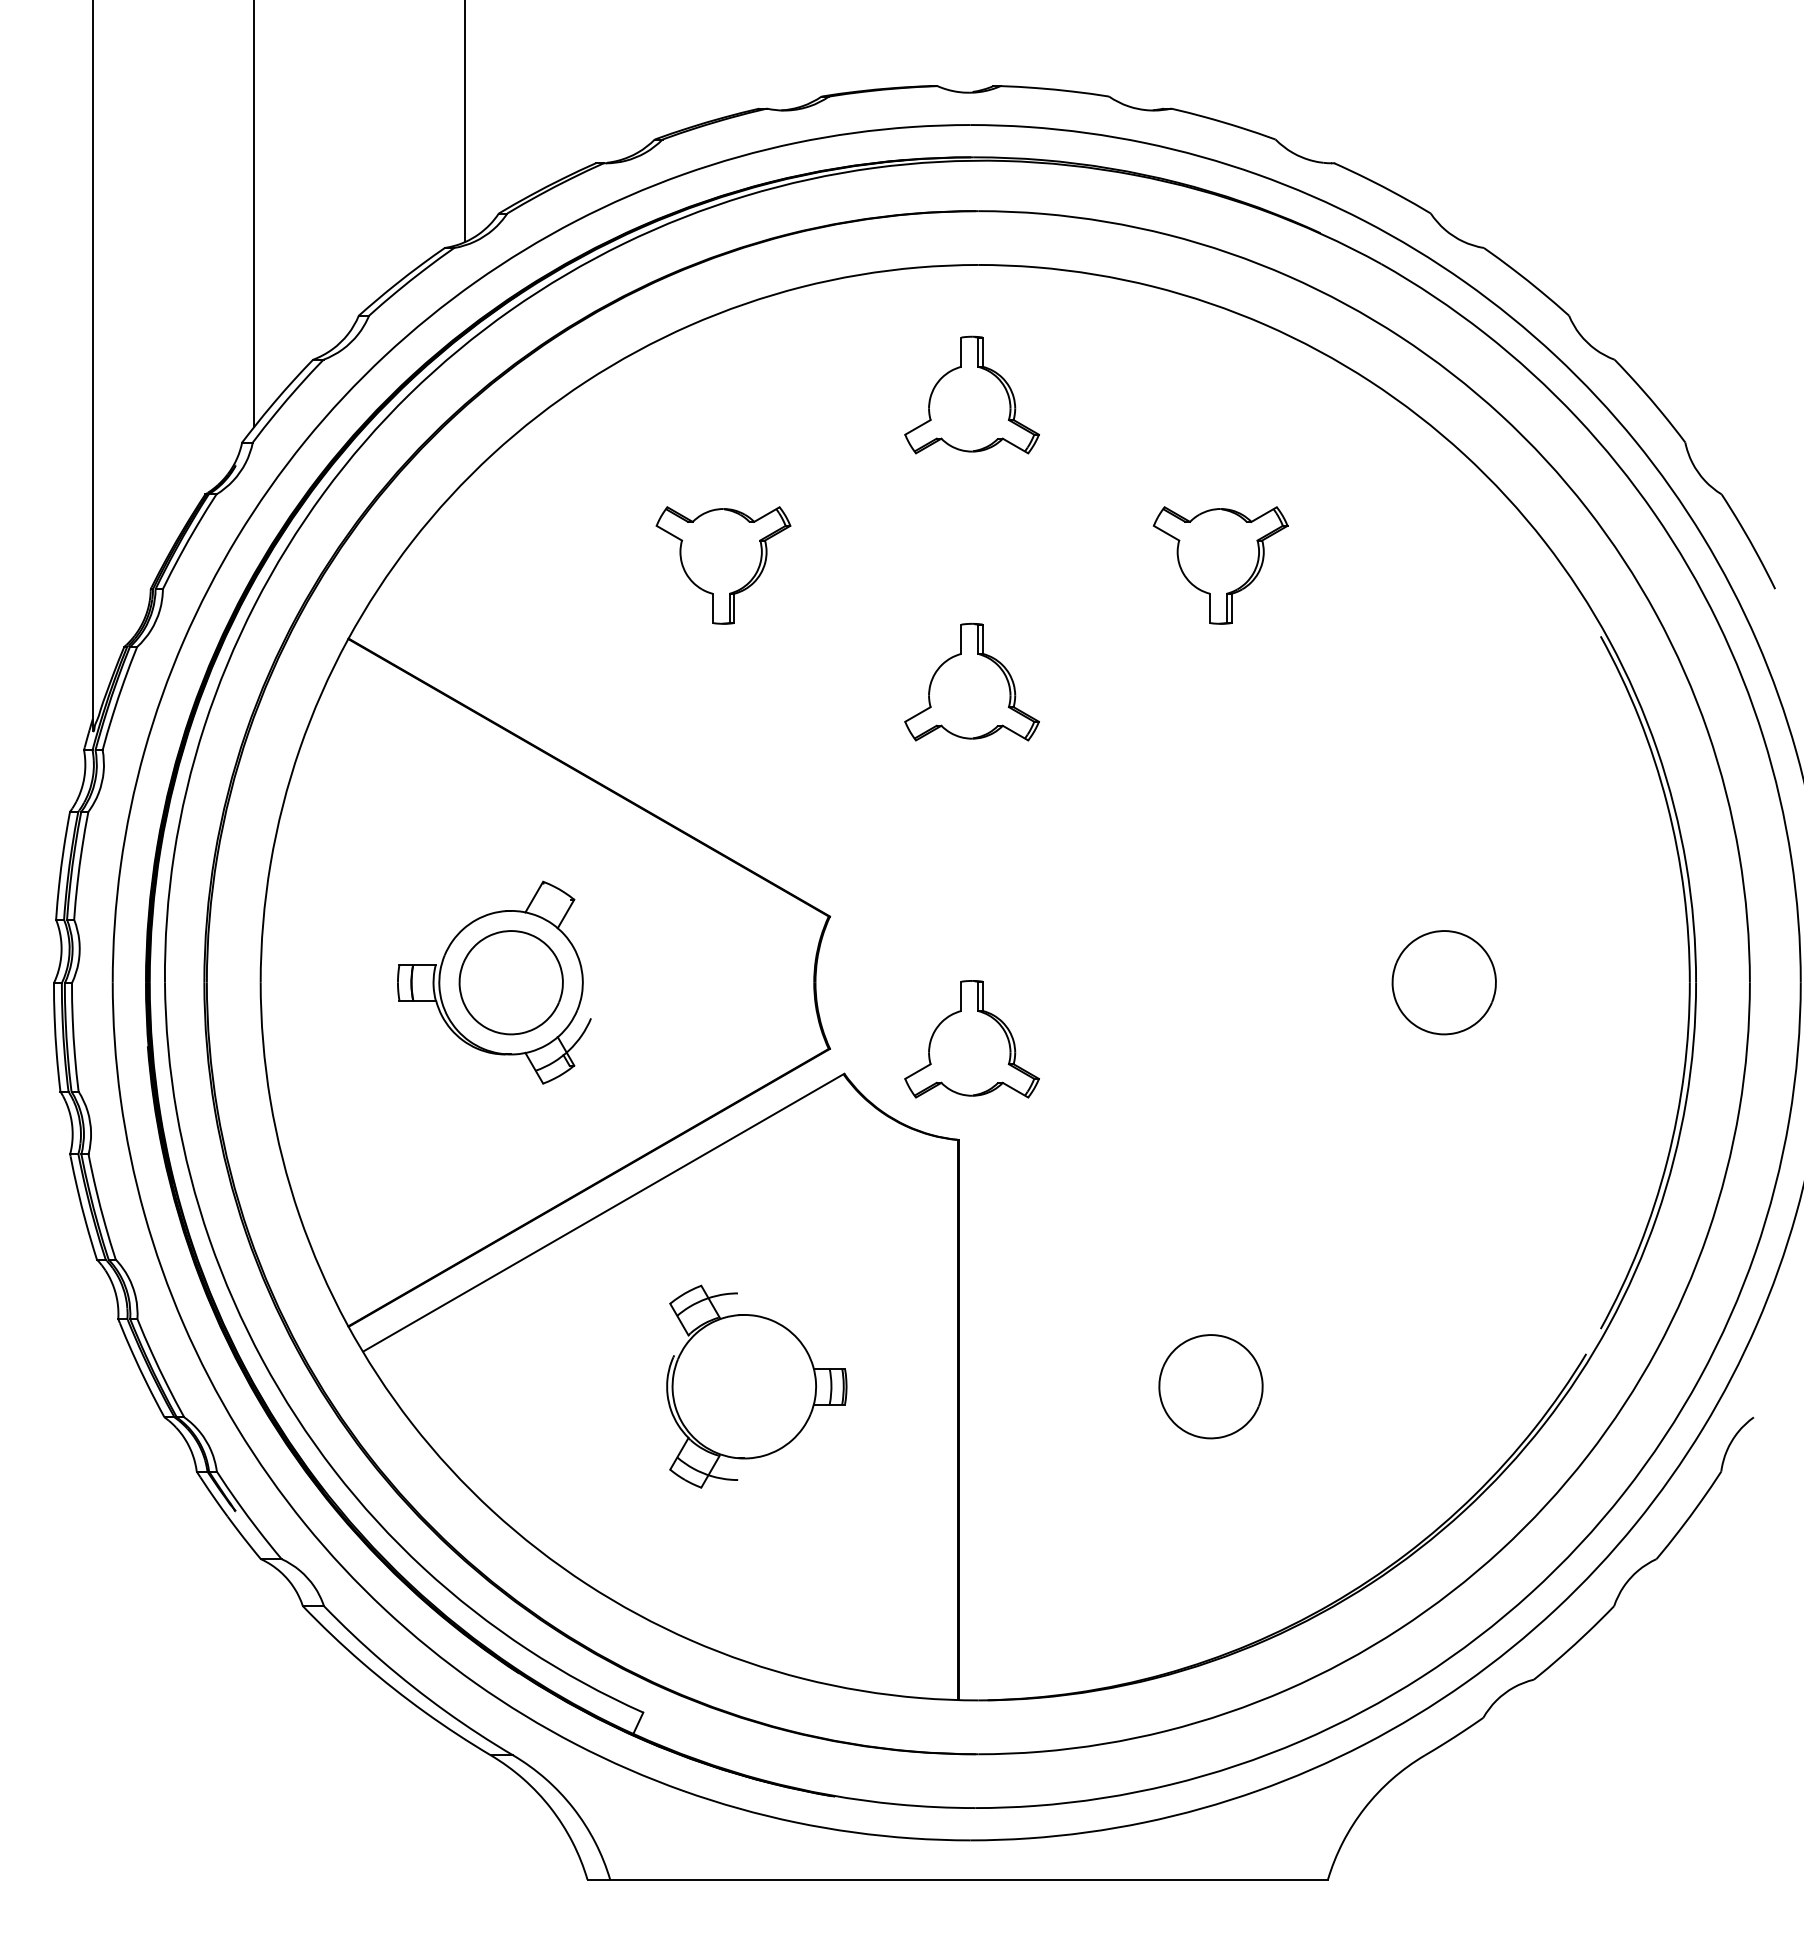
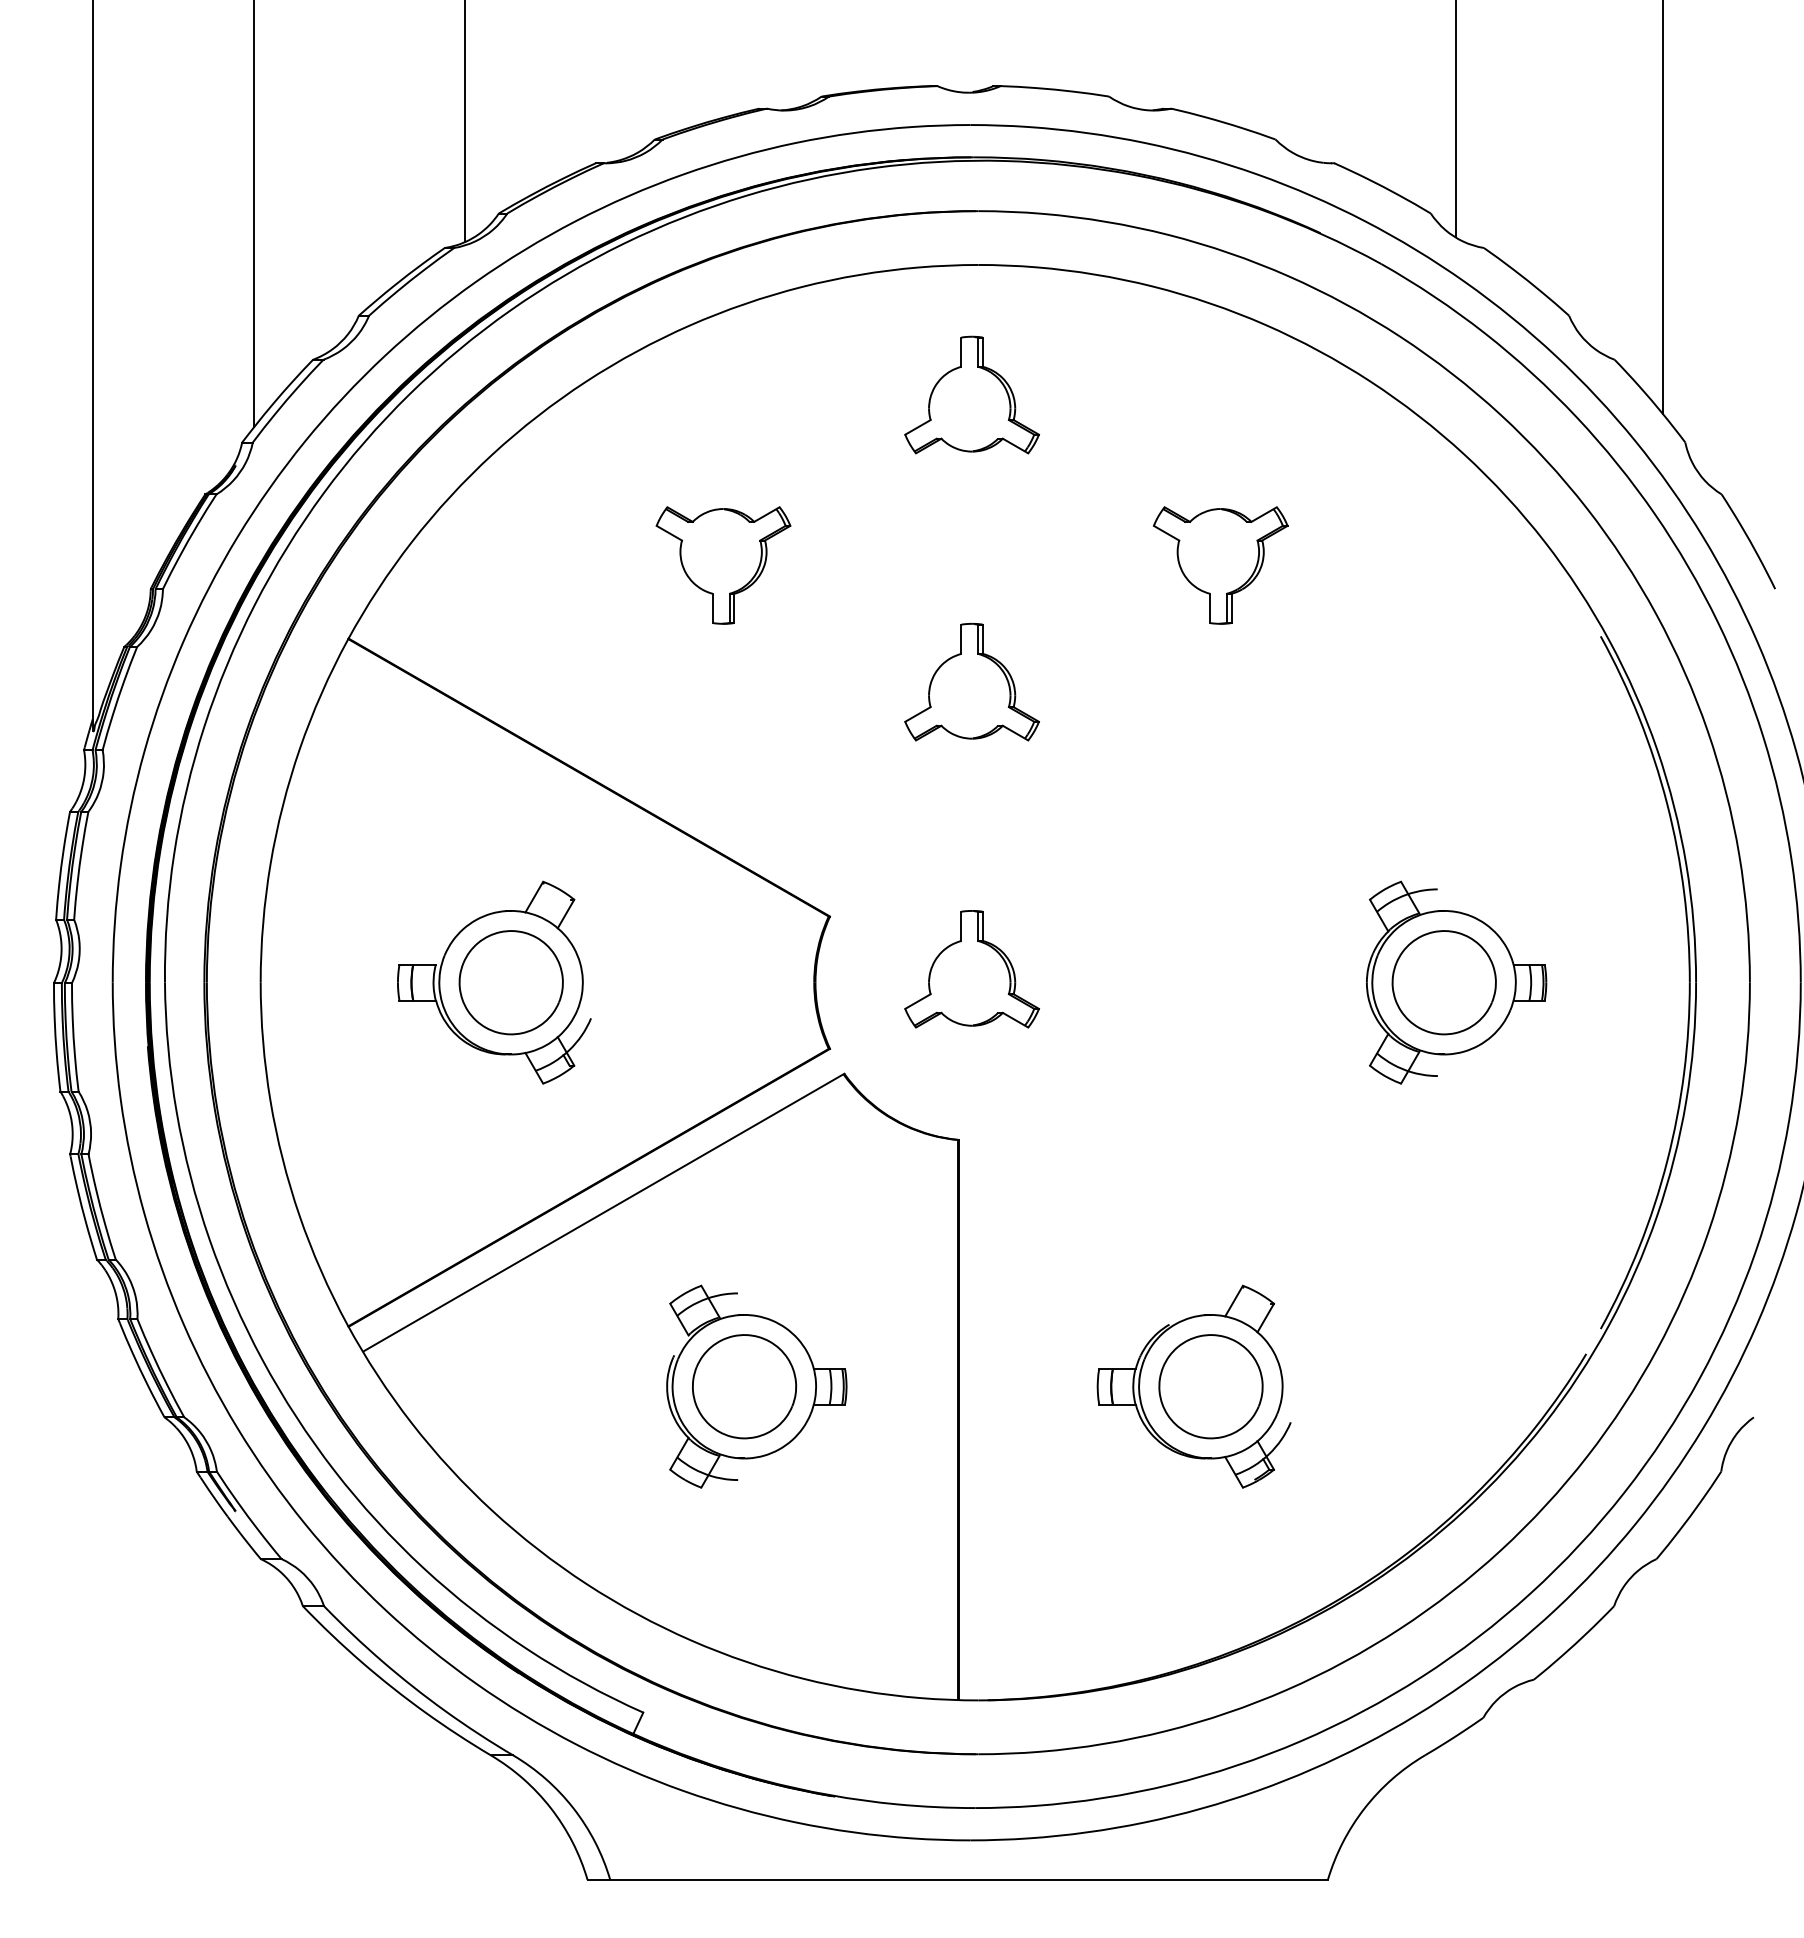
line at (1455, 119): none -> present
line at (1663, 208): none -> present
part at (1456, 982): none -> present
part at (971, 1039) position: (971, 1039) -> (971, 969)
part at (744, 1386): none -> present
part at (1193, 1386): none -> present
